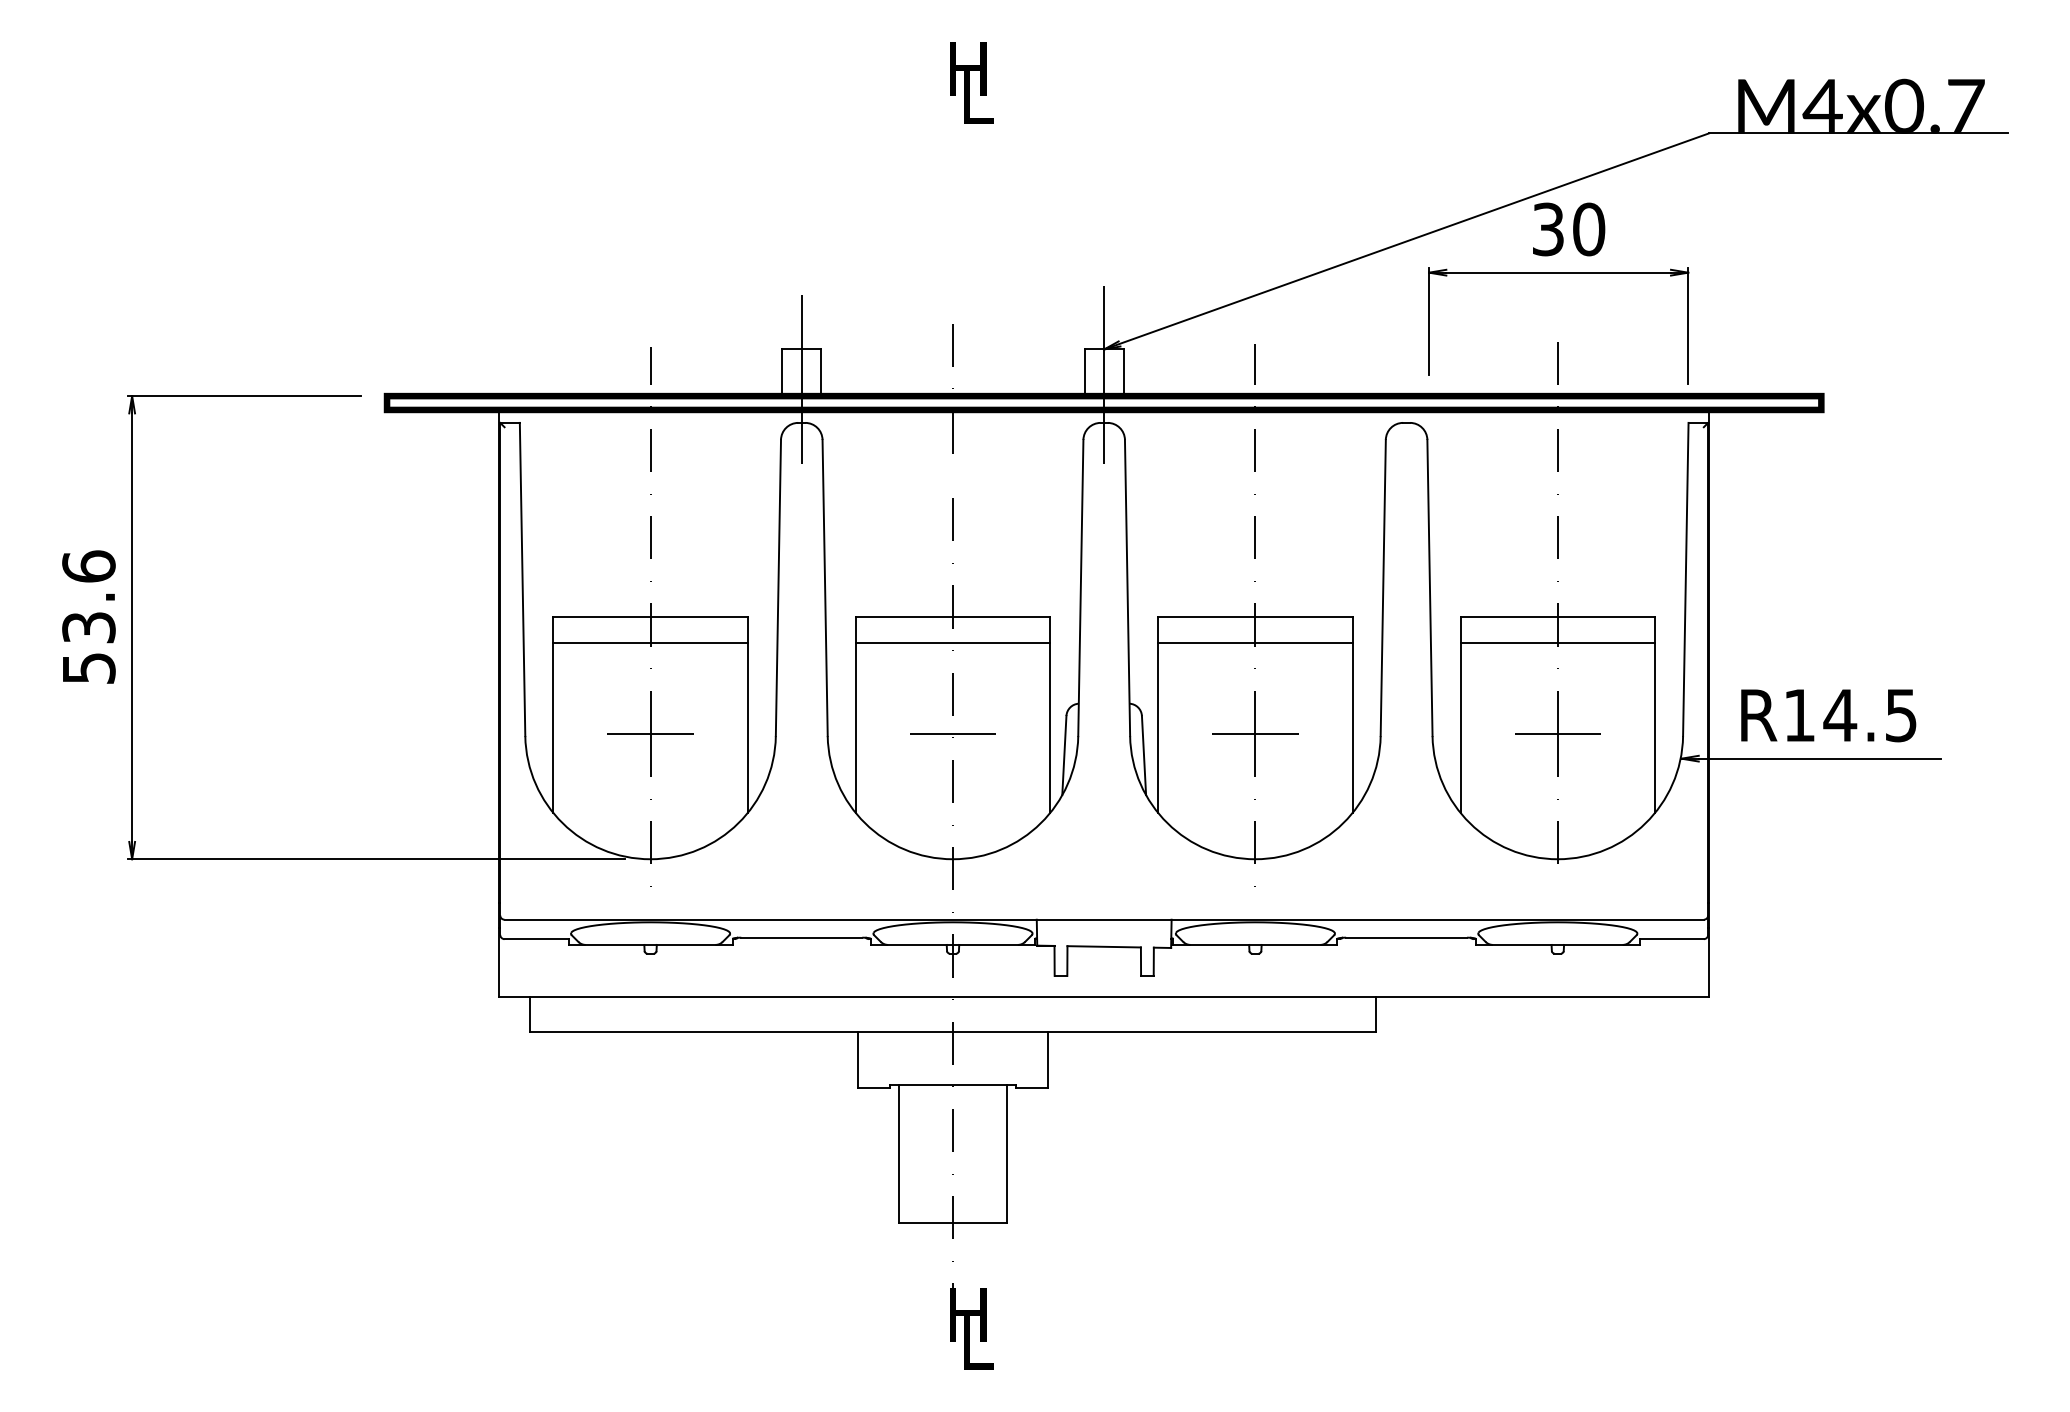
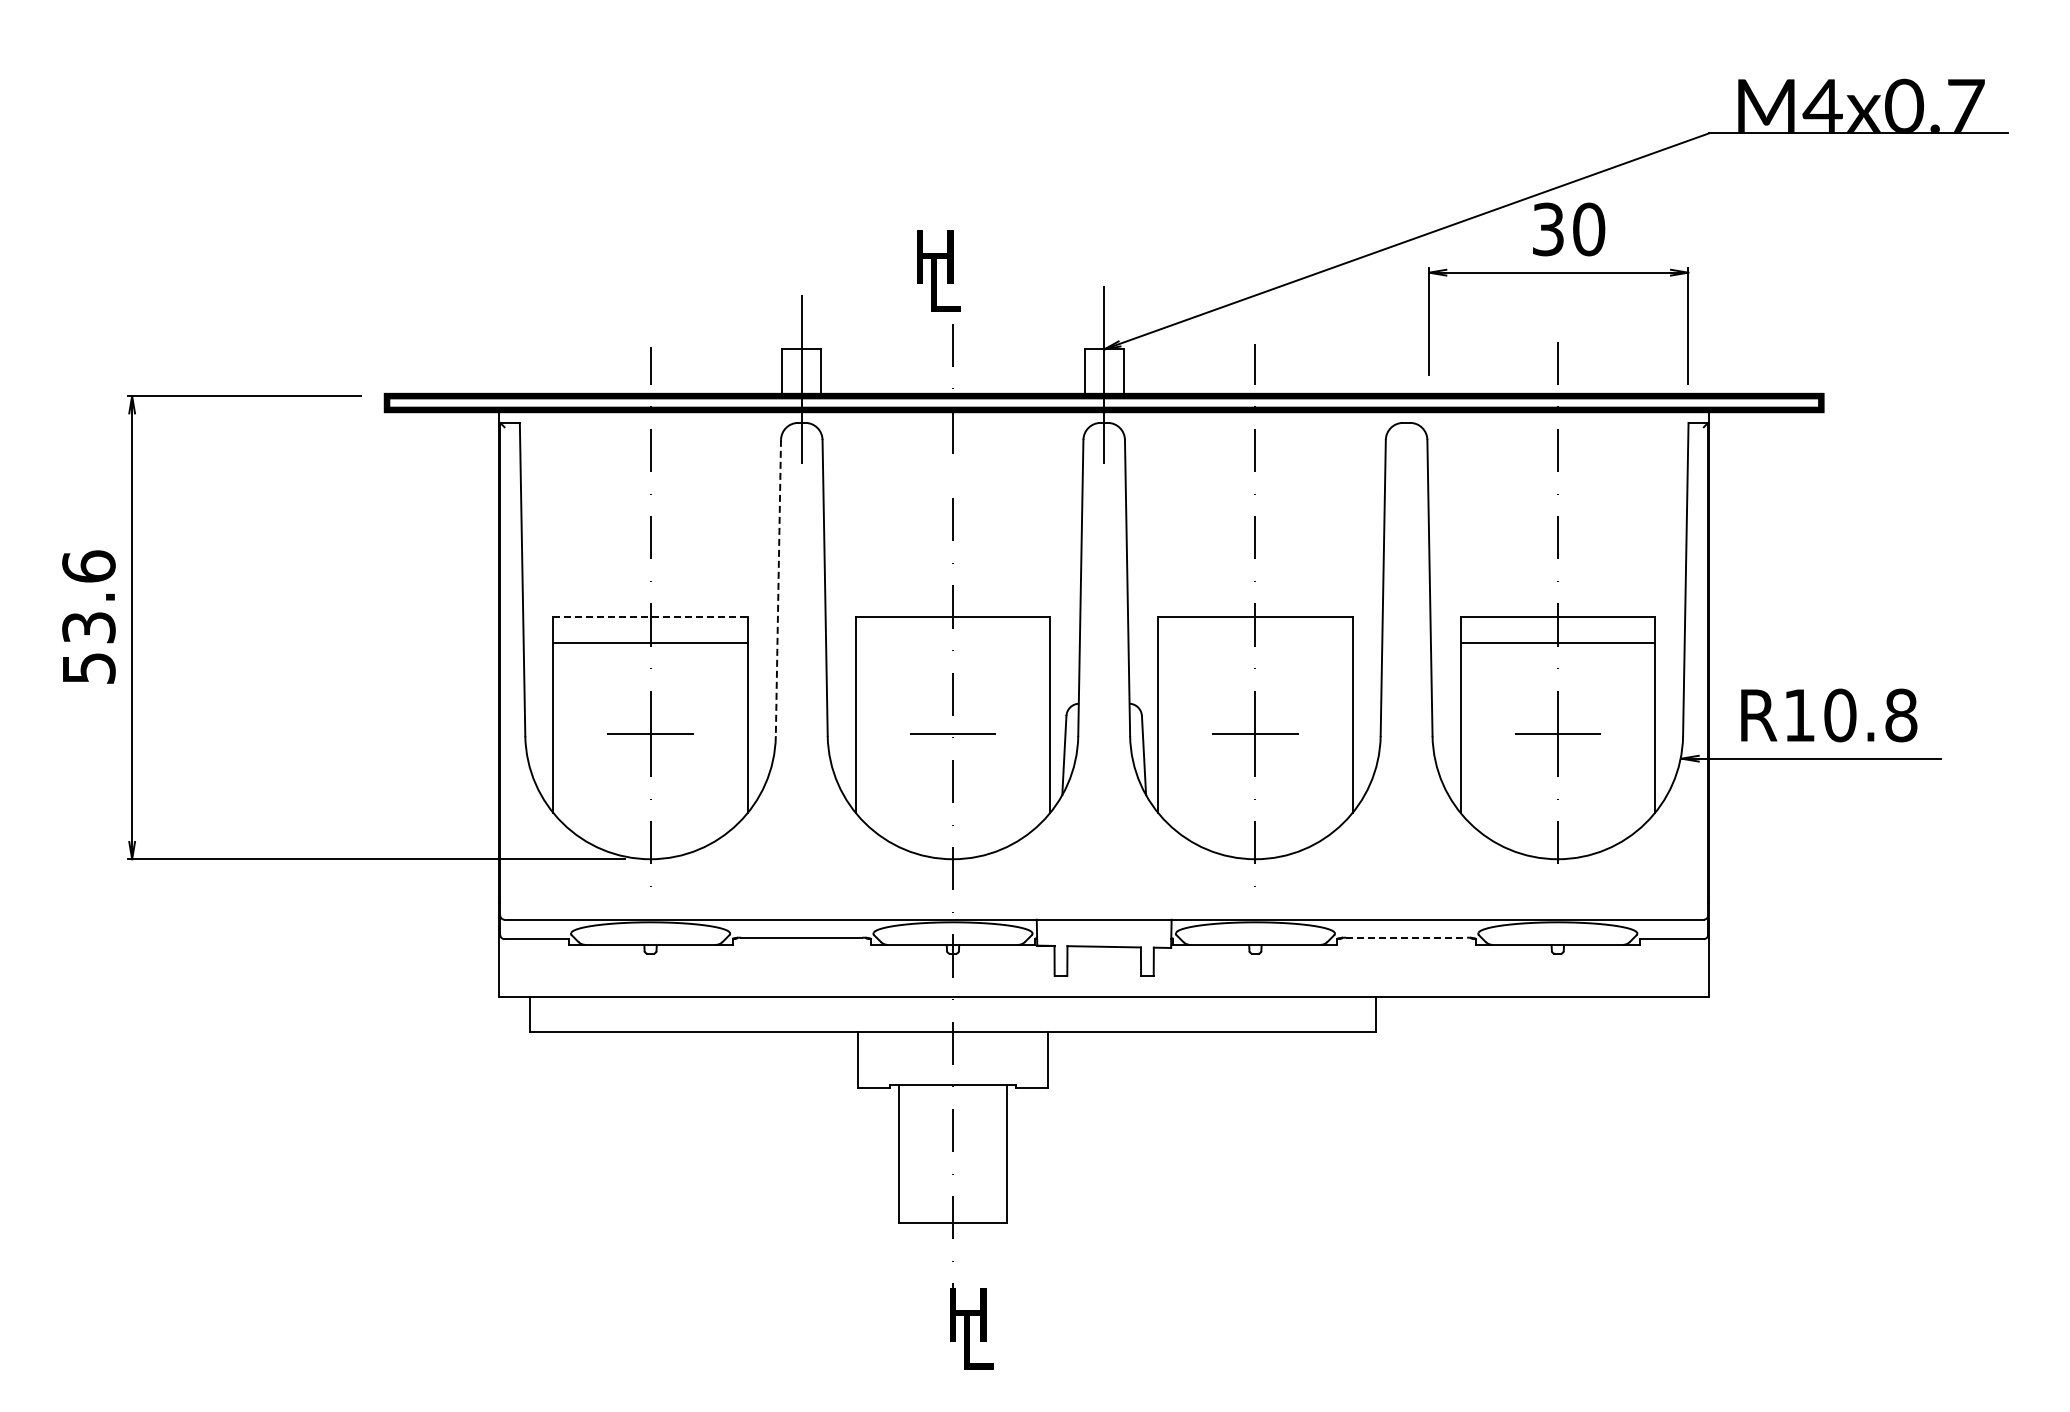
text at (971, 82) position: (971, 82) -> (938, 270)
line at (778, 588): solid -> dashed
line at (651, 617): solid -> dashed
line at (952, 643): present -> none
line at (1255, 643): present -> none
text at (1870, 715): R14.5 -> R10.8
line at (1407, 937): solid -> dashed
